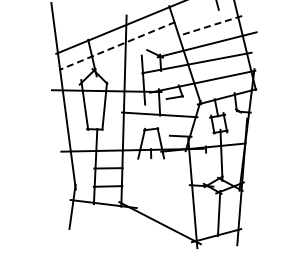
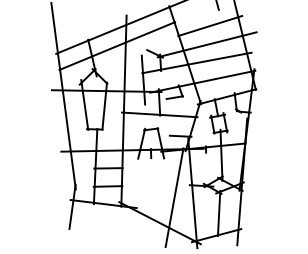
line at (209, 26): dashed -> solid
line at (117, 46): dashed -> solid
line at (174, 197): none -> present
